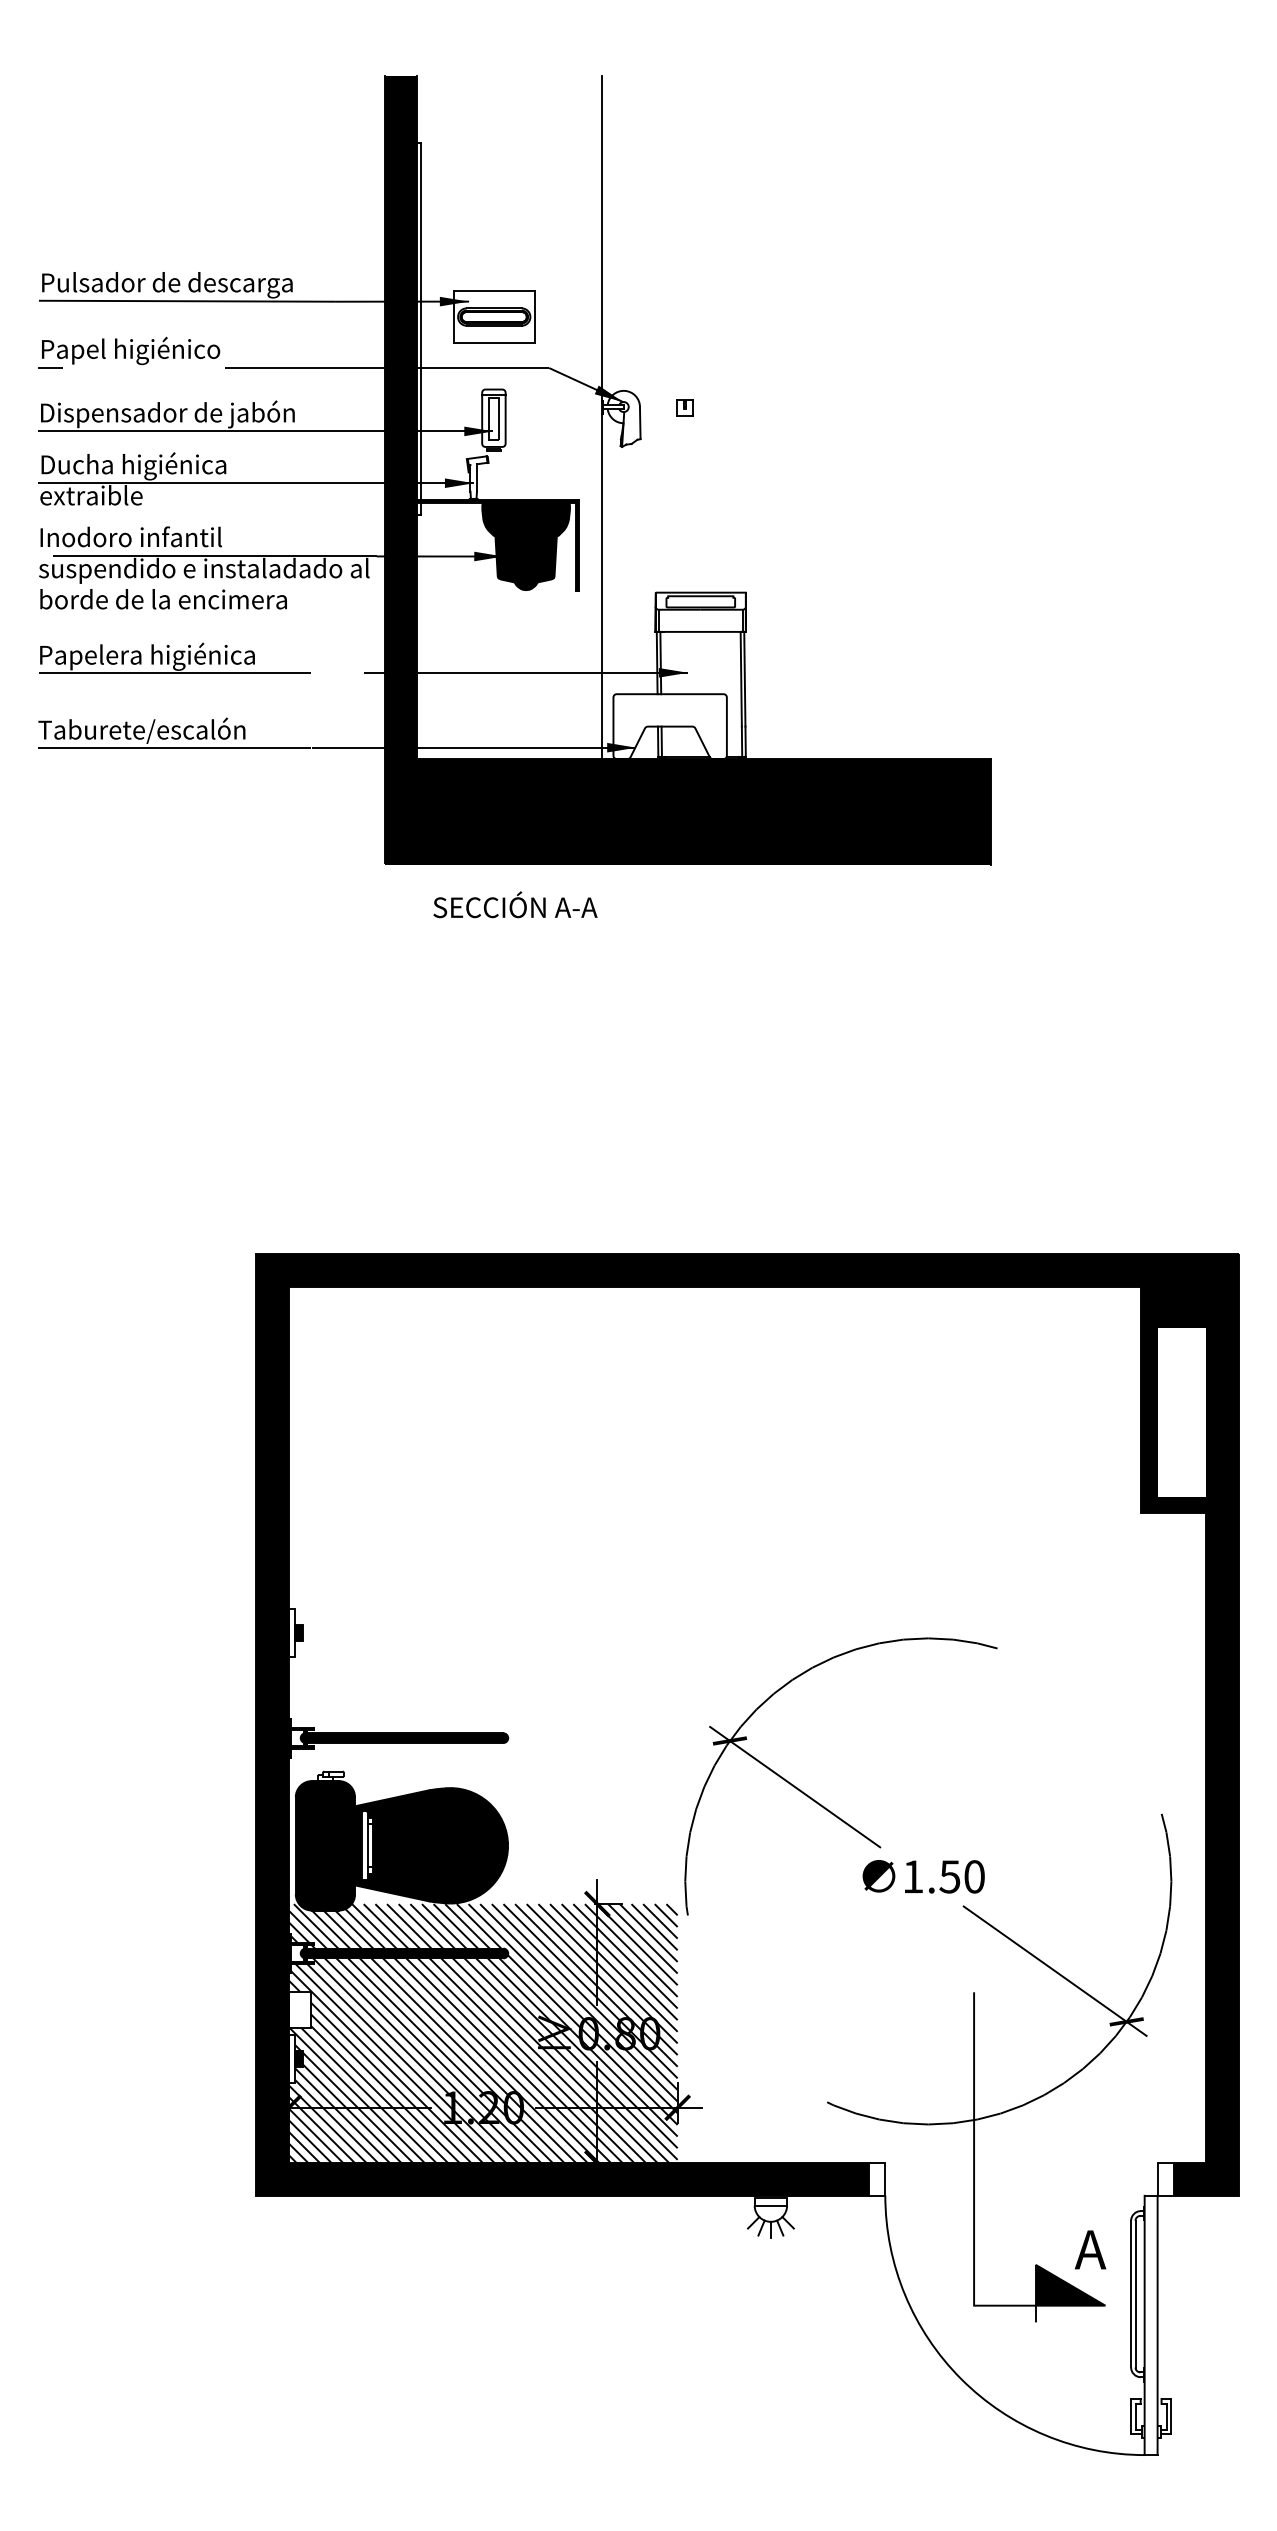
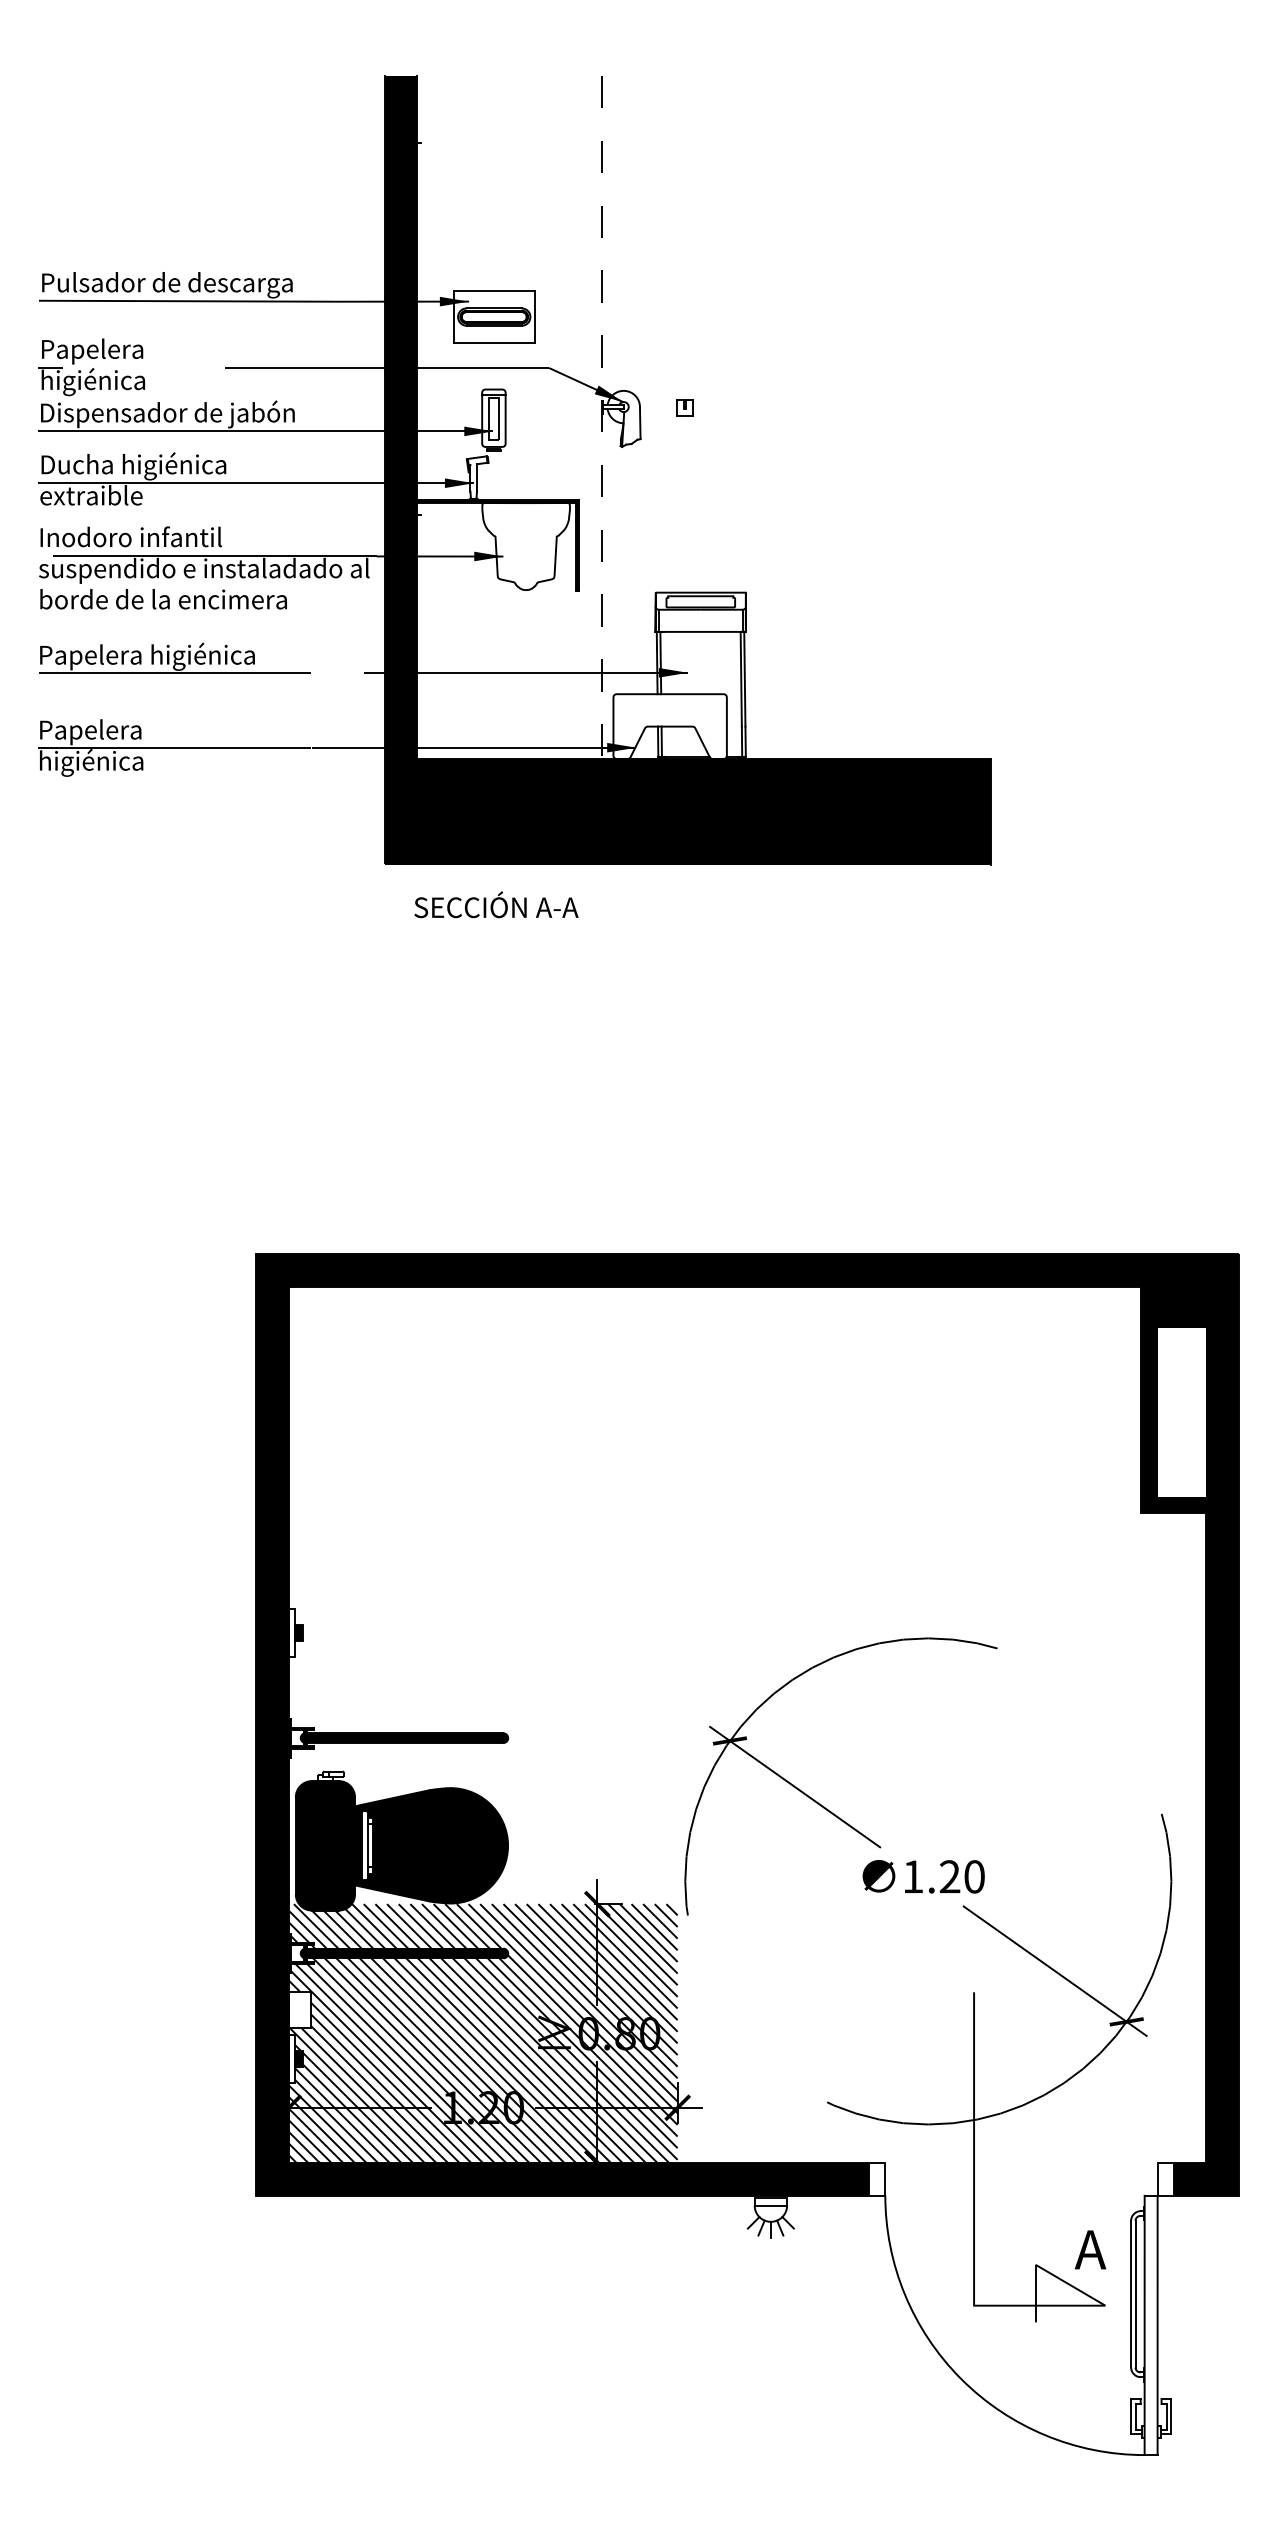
line at (420, 328): present -> none
text at (130, 366): Papel higiénico -> Papelera higiénica
line at (602, 417): solid -> dashed
fill at (525, 546): present -> none
text at (141, 746): Taburete/escalón -> Papelera higiénica
text at (515, 904) position: (515, 904) -> (496, 904)
text at (949, 1876): 1.50 -> 1.20
fill at (1070, 2284): present -> none
